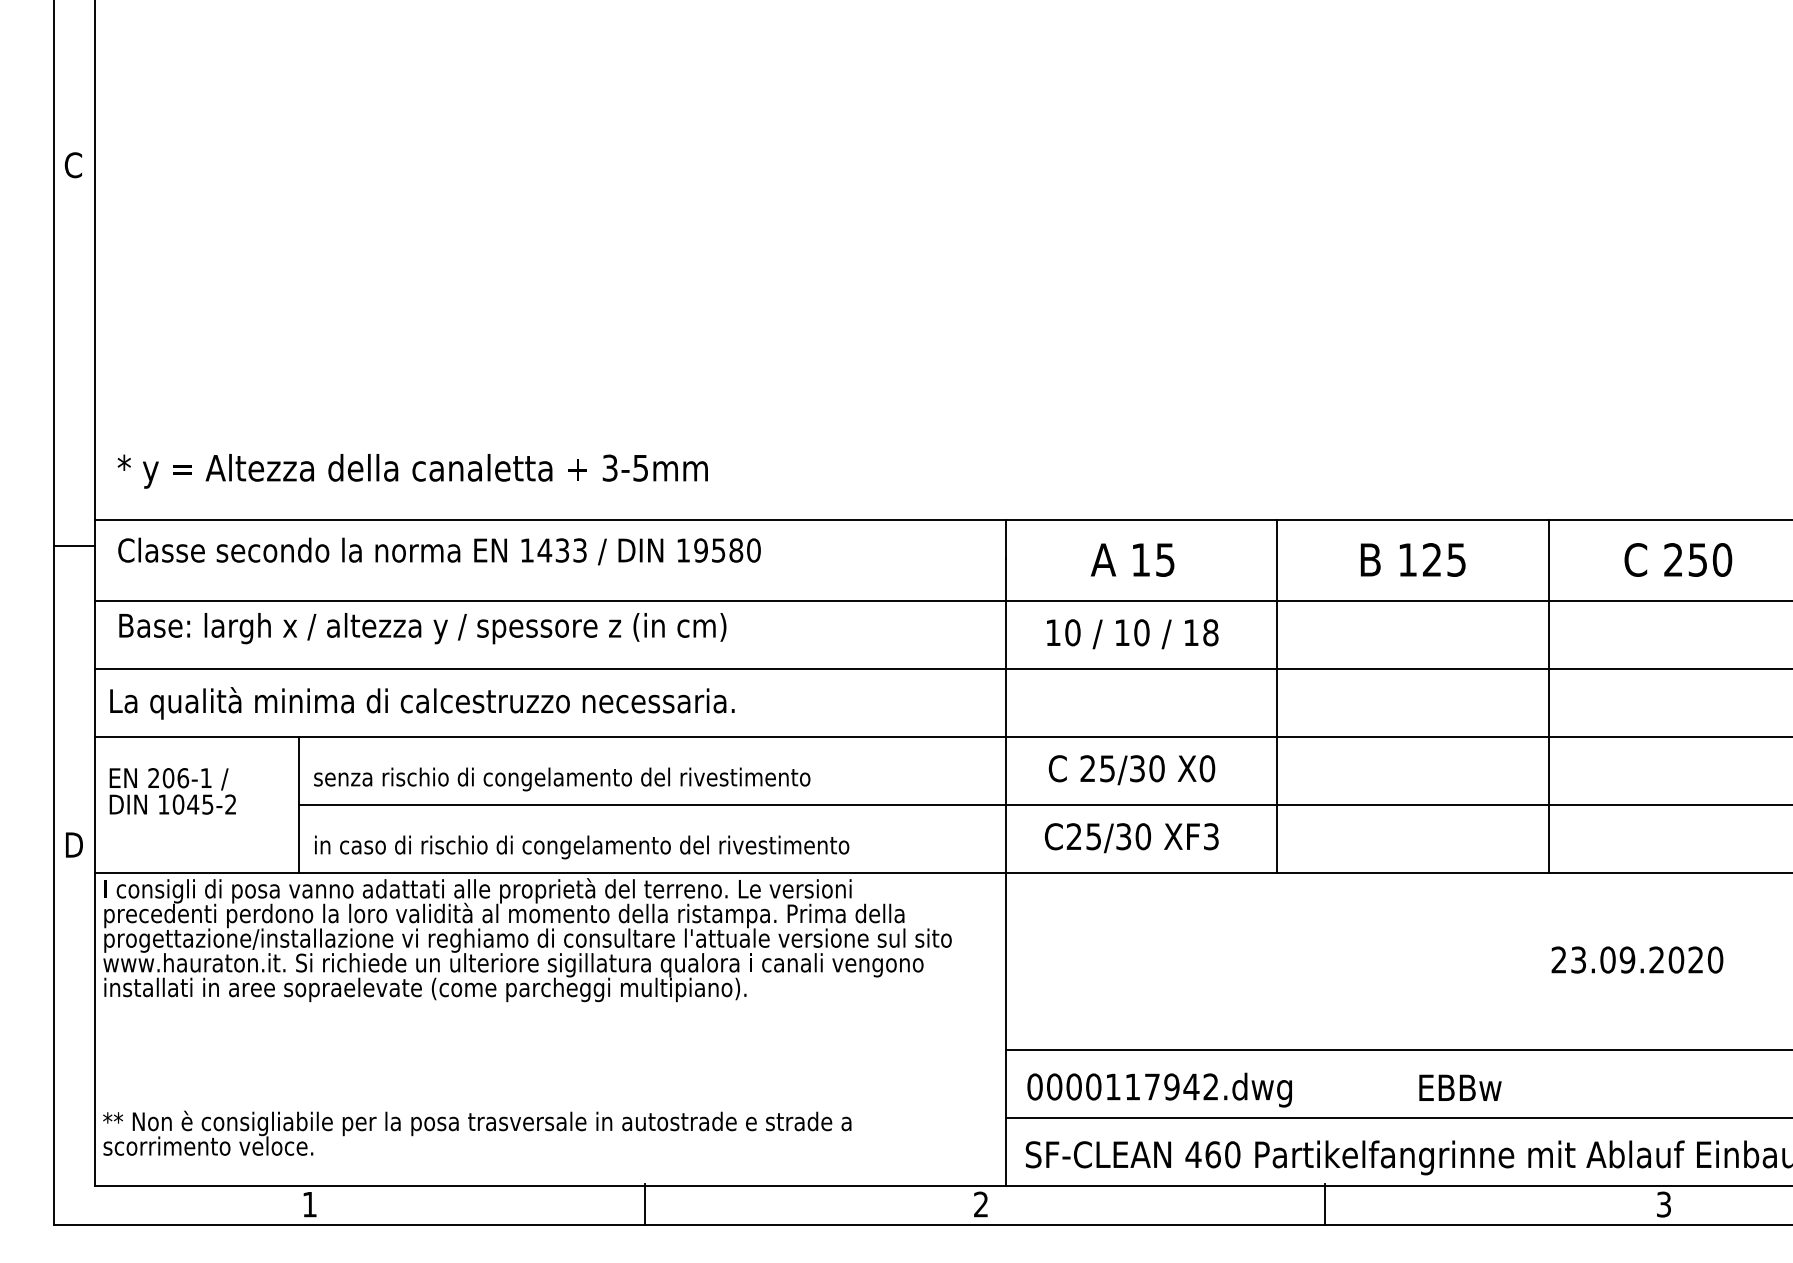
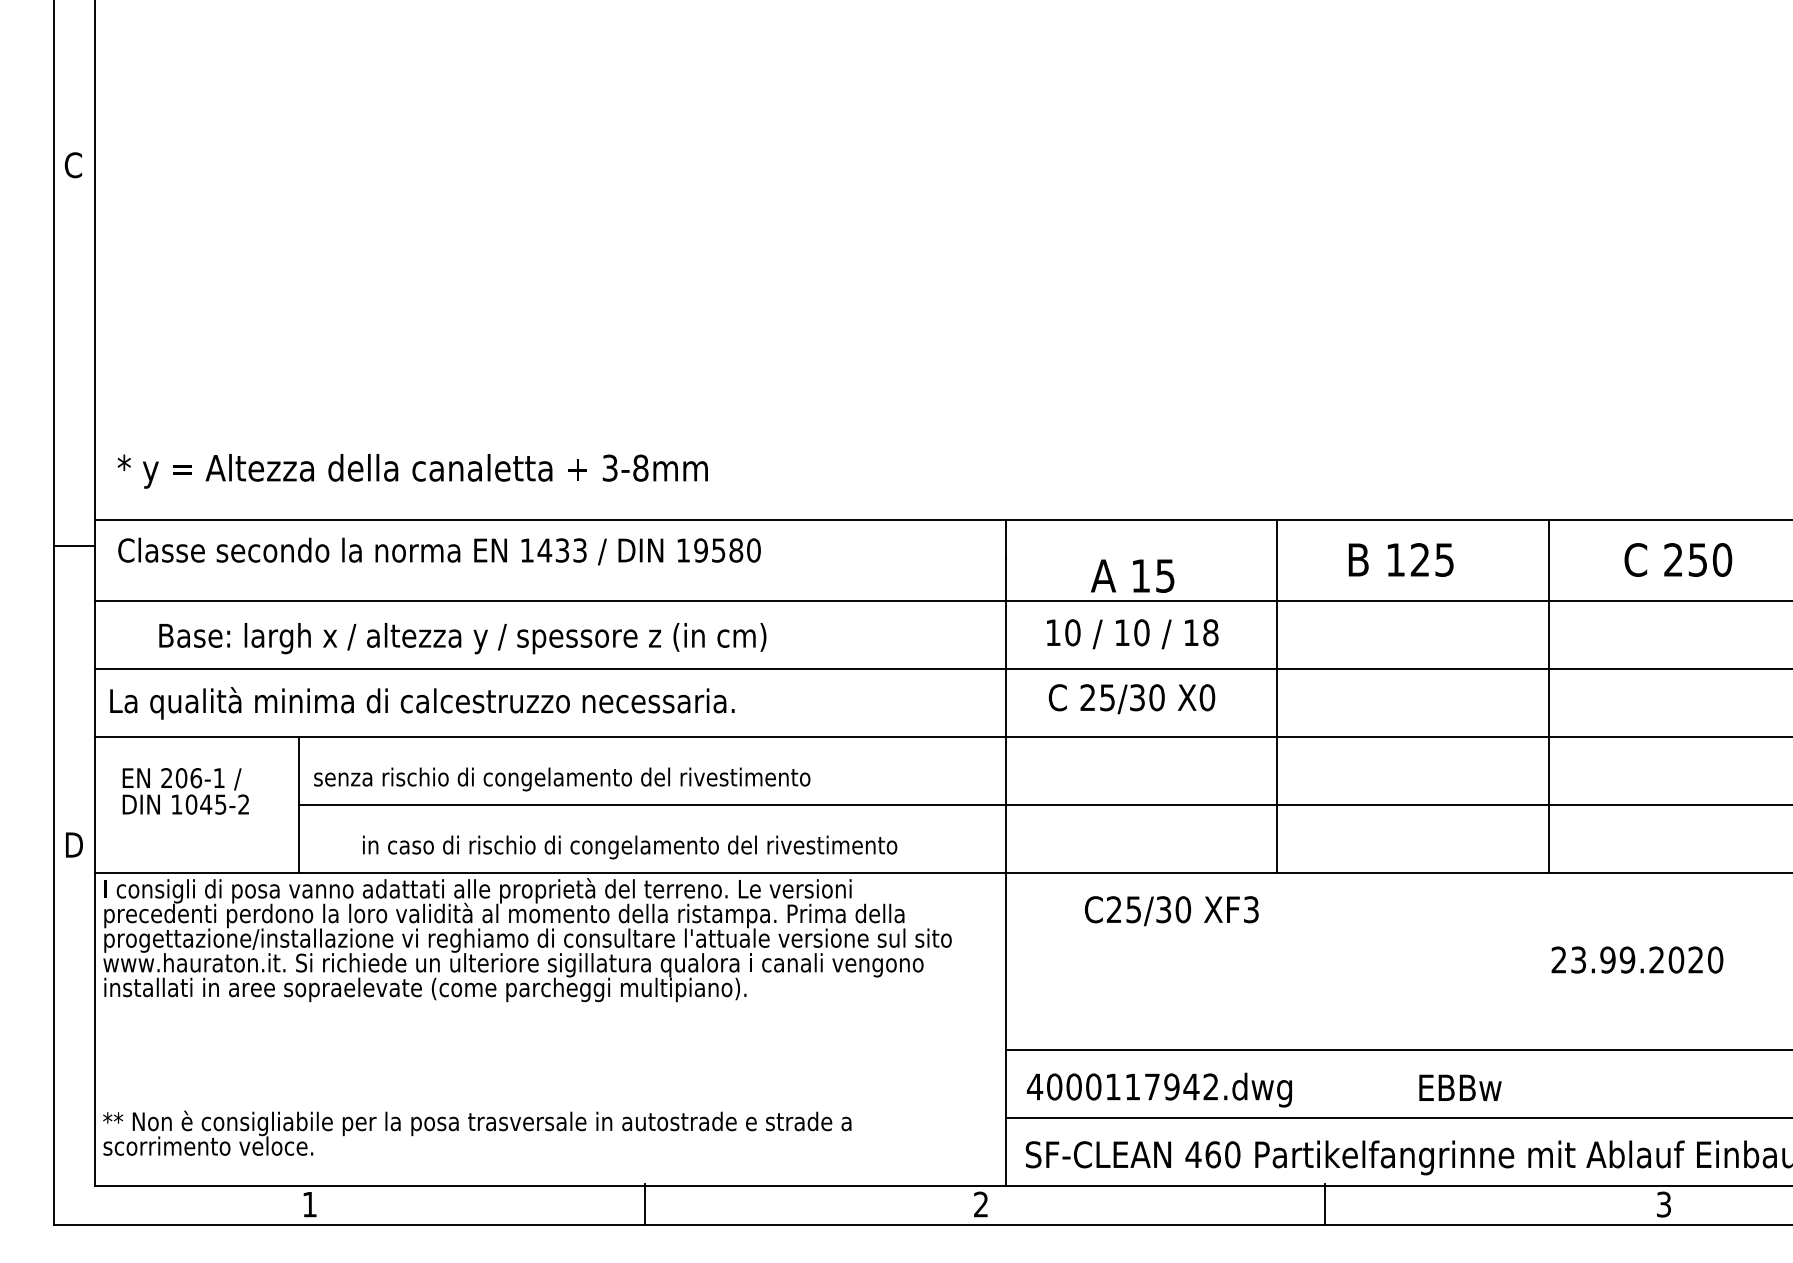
text at (640, 467): 3-5mm -> 3-8mm
text at (1132, 559) position: (1132, 559) -> (1132, 575)
text at (1412, 559) position: (1412, 559) -> (1400, 559)
text at (422, 628) position: (422, 628) -> (462, 638)
text at (1131, 770) position: (1131, 770) -> (1131, 699)
text at (172, 791) position: (172, 791) -> (185, 791)
text at (1131, 838) position: (1131, 838) -> (1171, 911)
text at (582, 847) position: (582, 847) -> (630, 847)
text at (1607, 959): 23.09.2020 -> 23.99.2020
text at (1034, 1086): 0000117942.dwg -> 4000117942.dwg
